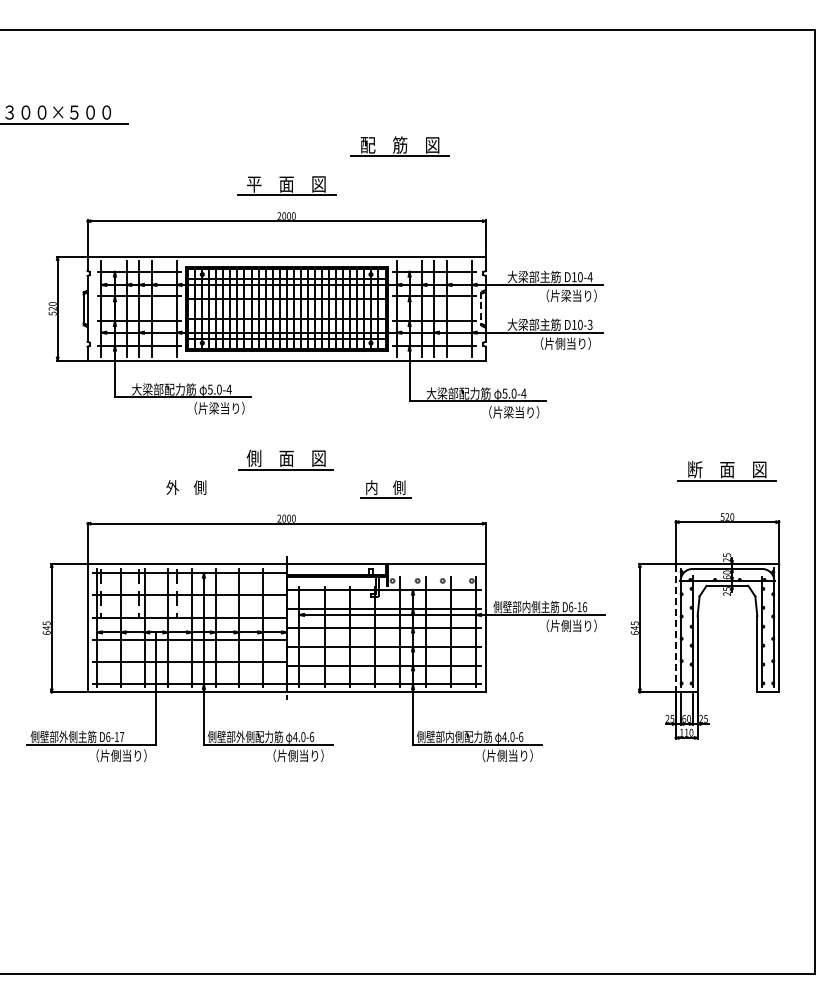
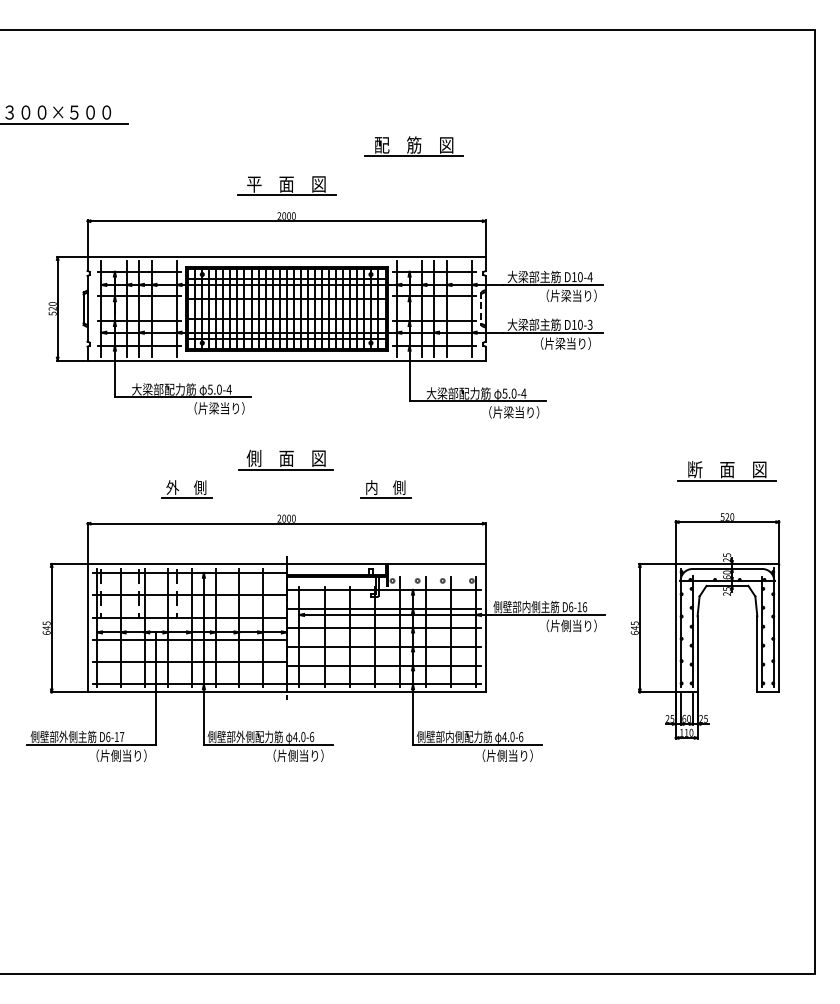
part at (399, 146) position: (399, 146) -> (413, 146)
text at (560, 343): （片側当り） -> （片梁当り）
line at (187, 497): none -> present
line at (675, 628): dashed -> solid
